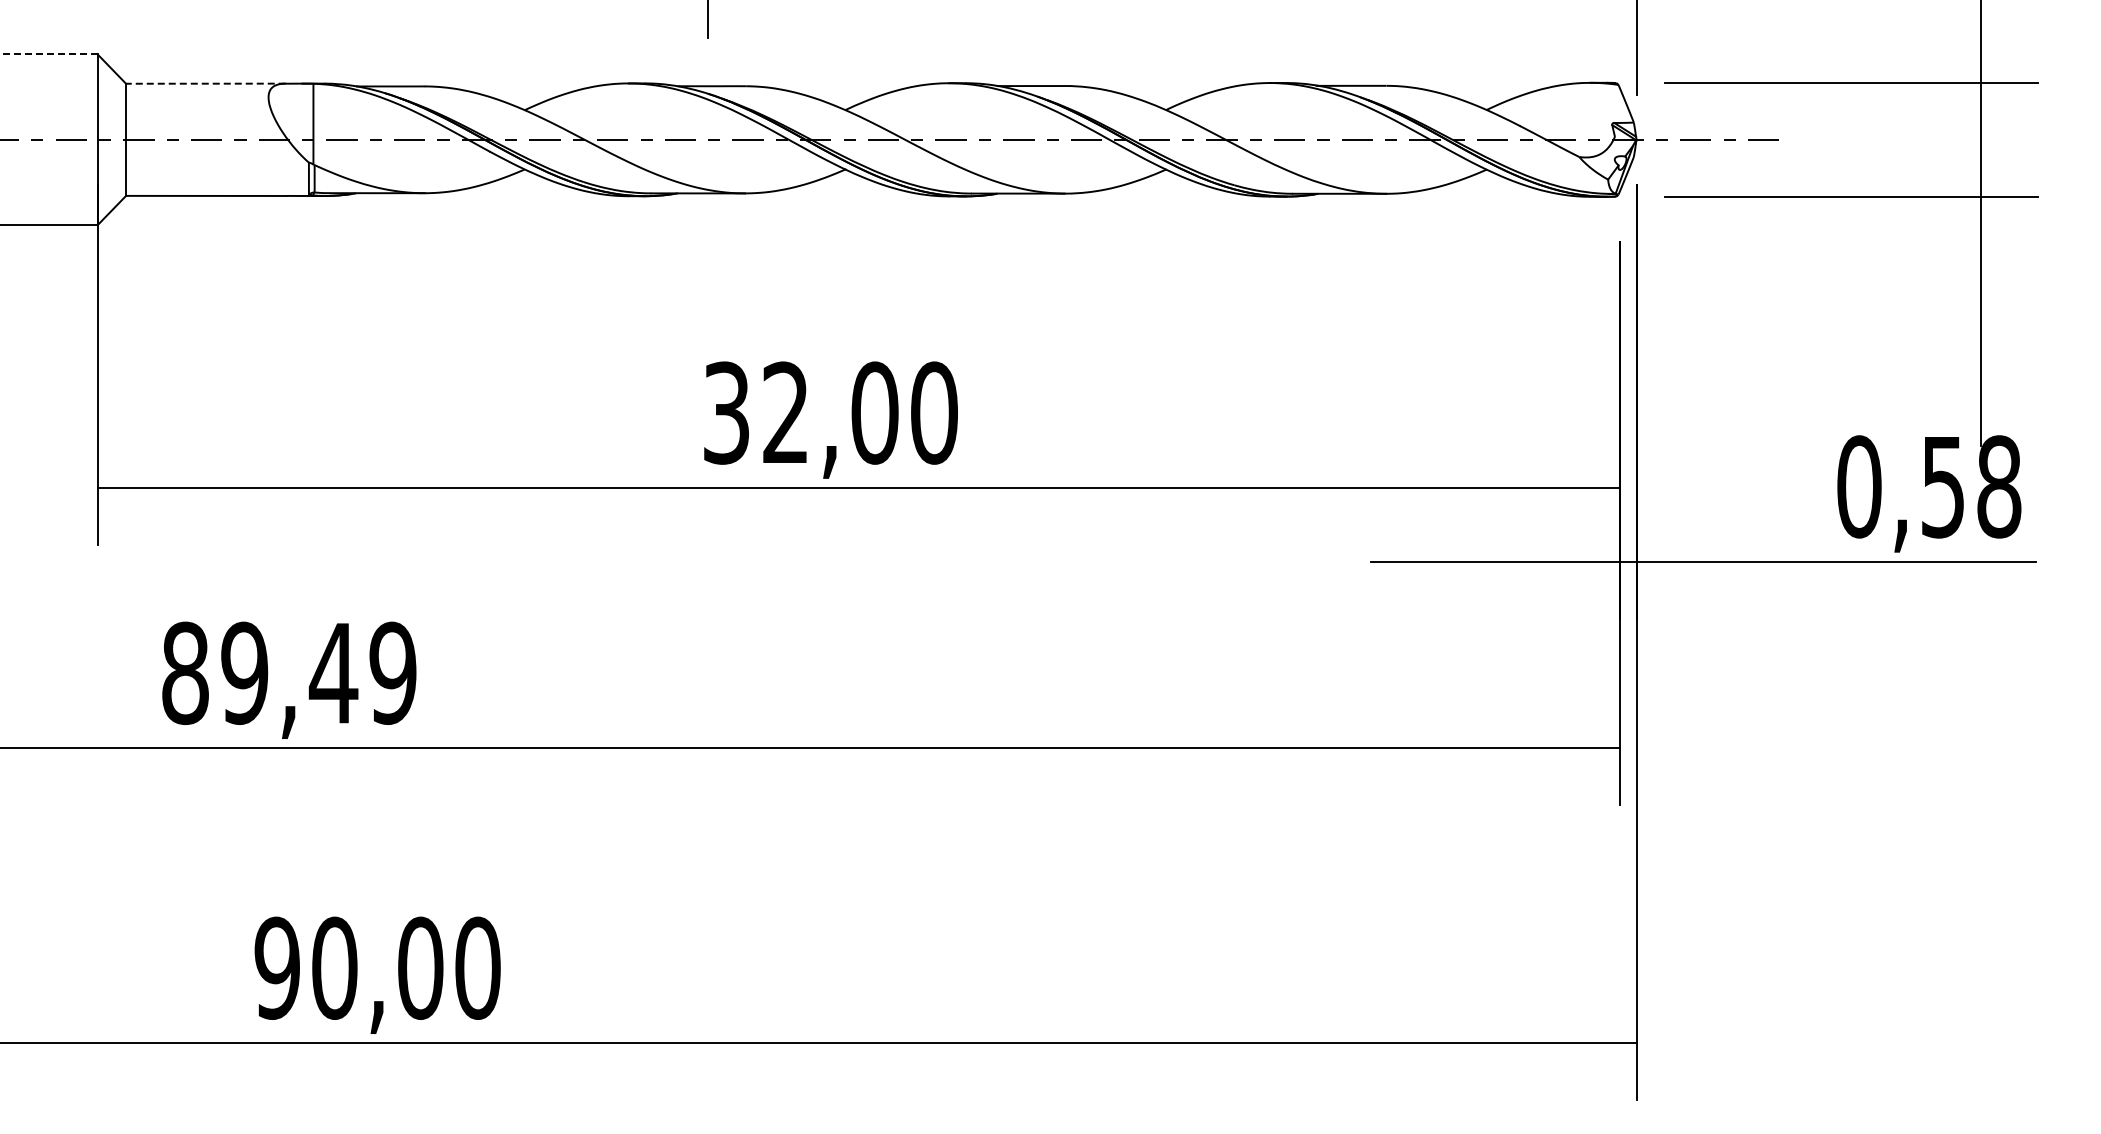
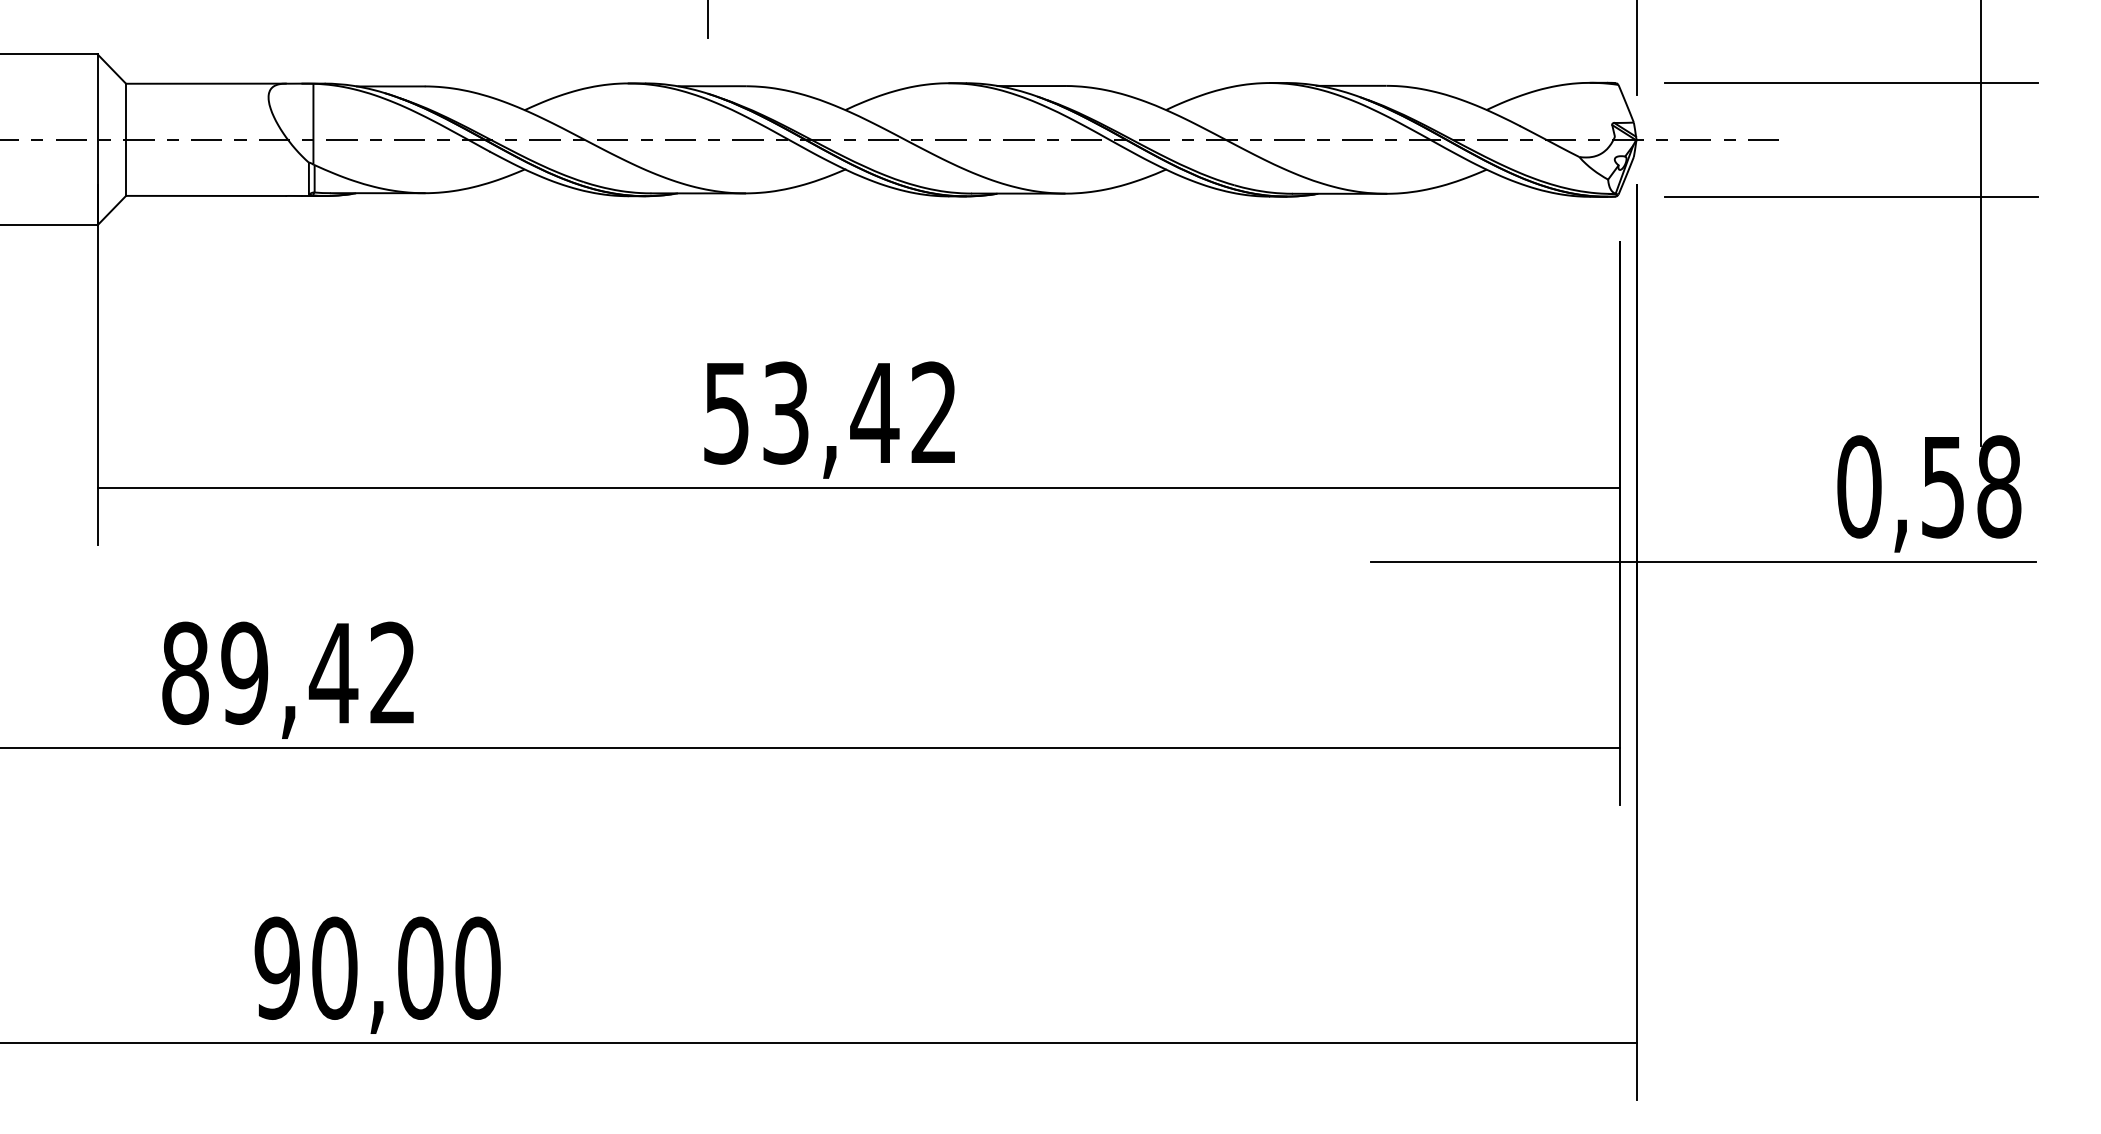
line at (48, 54): dashed -> solid
line at (205, 83): dashed -> solid
text at (830, 412): 32,00 -> 53,42
text at (392, 672): 89,49 -> 89,42
